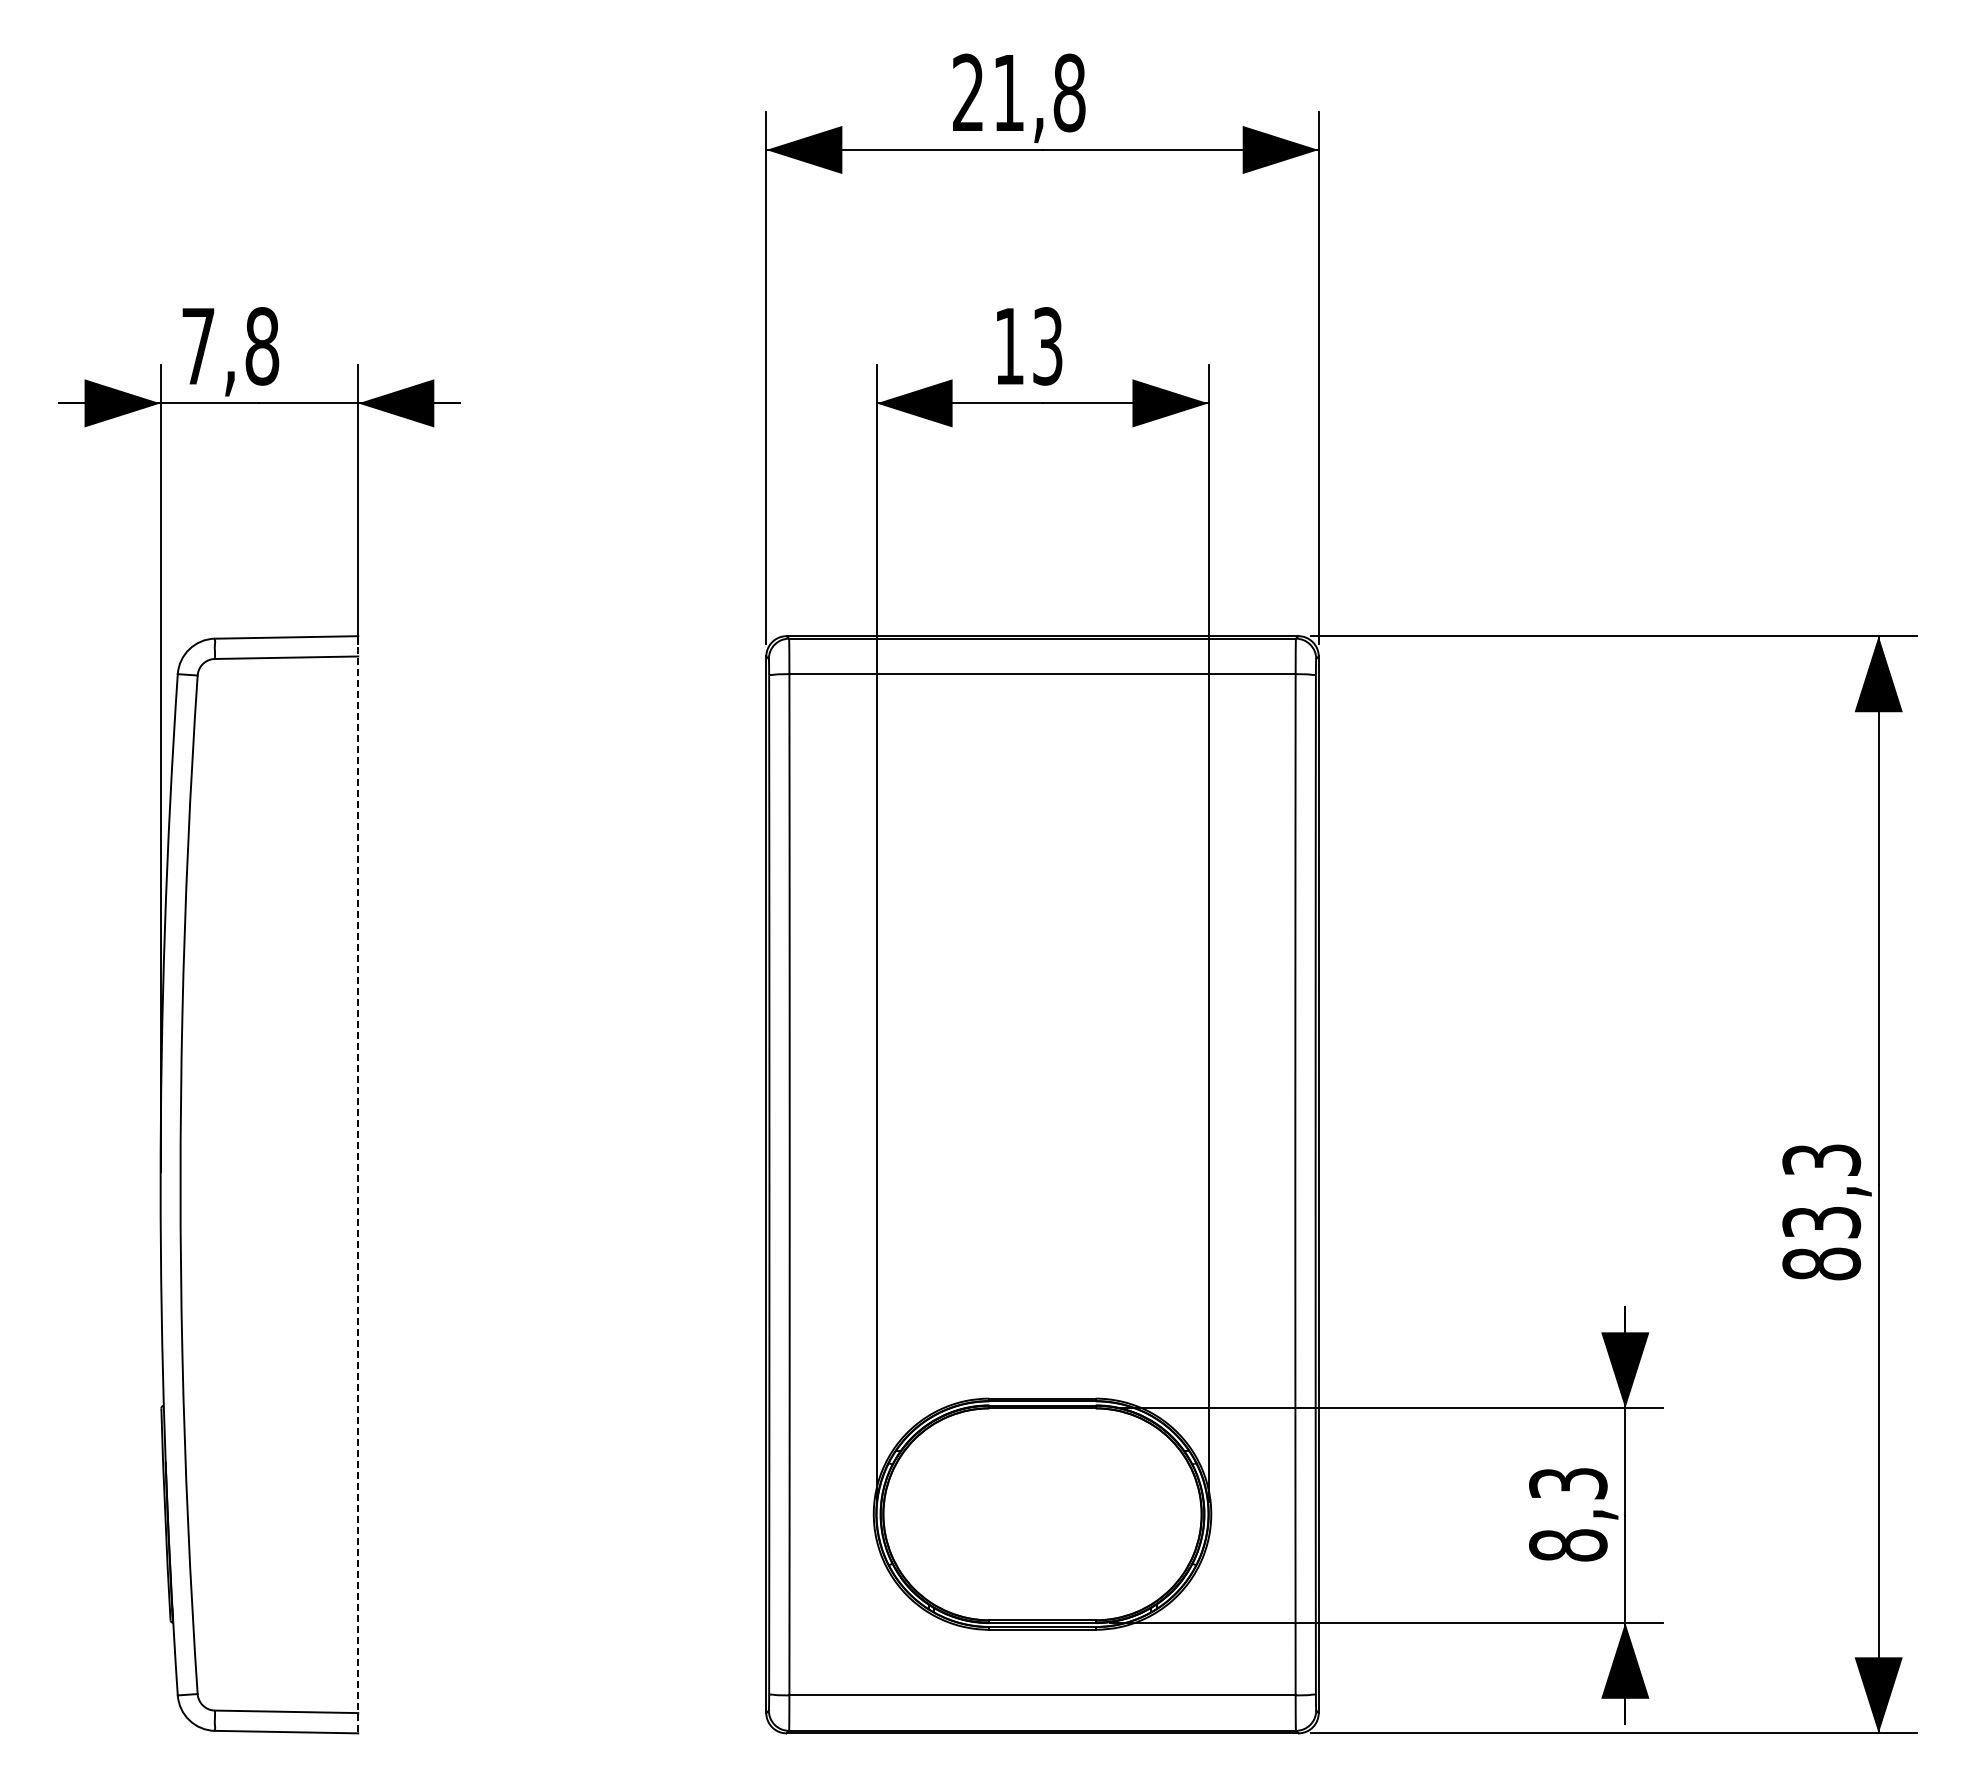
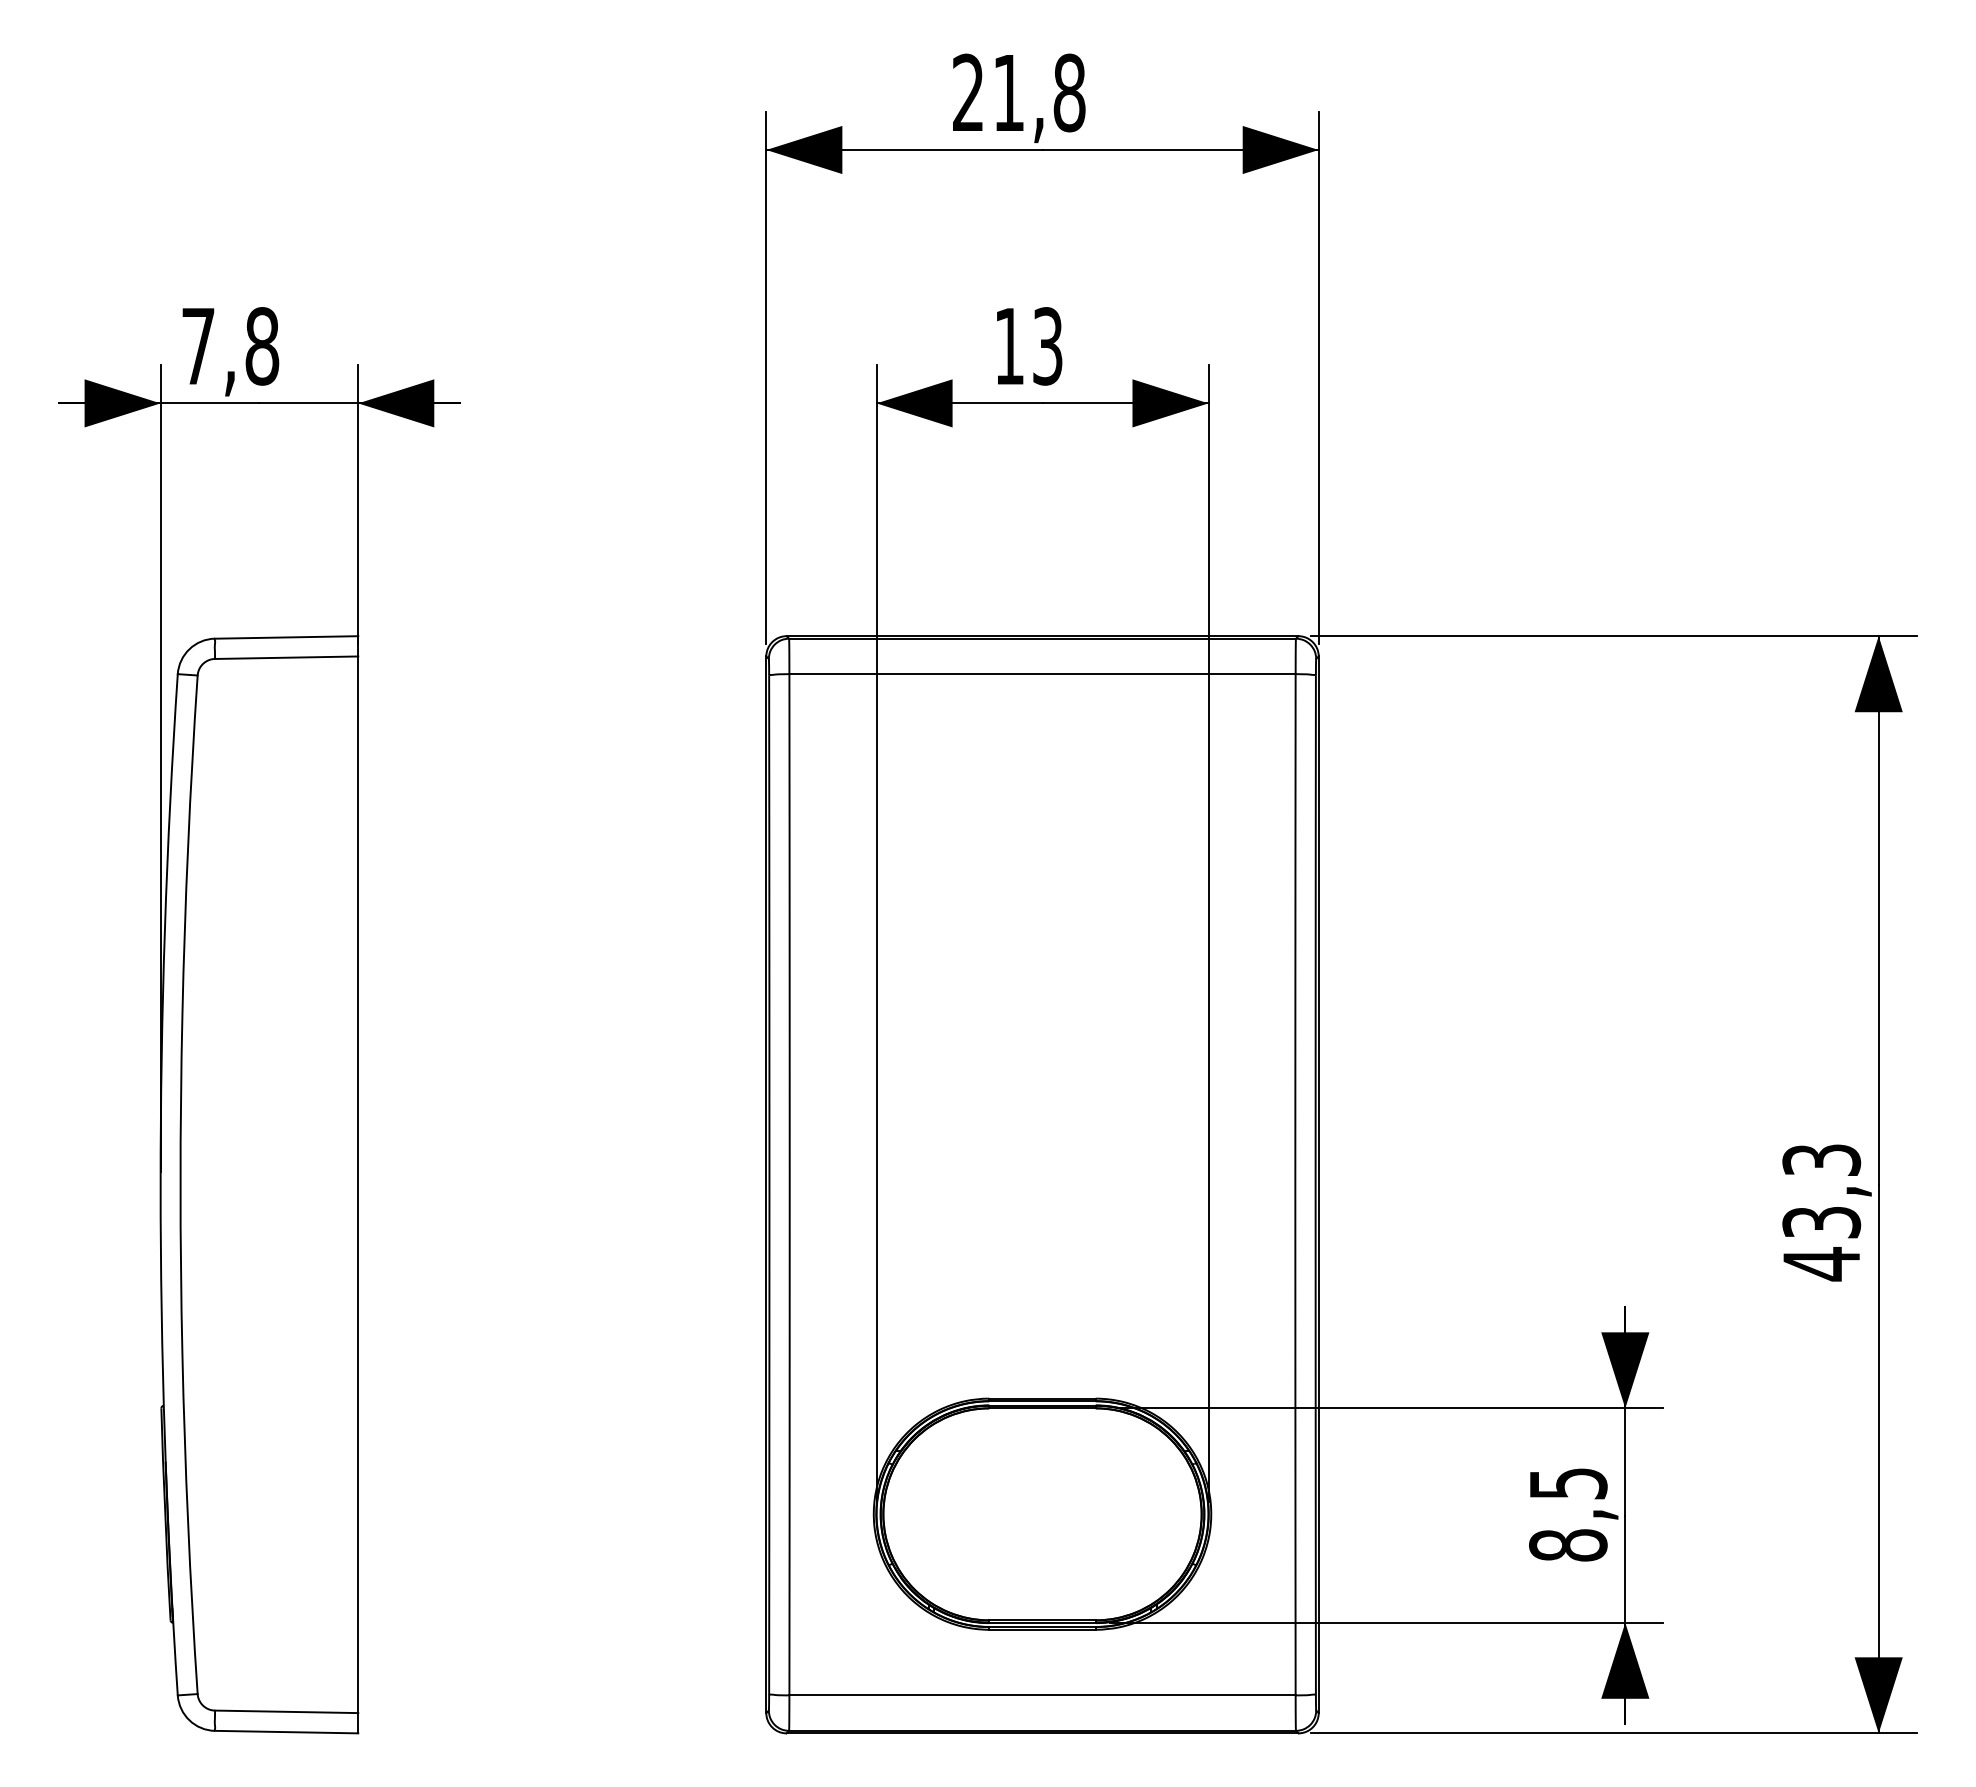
line at (358, 1184): dashed -> solid
text at (1821, 1264): 83,3 -> 43,3
text at (1568, 1483): 8,3 -> 8,5
